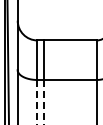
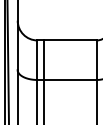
line at (37, 102): dashed -> solid
line at (44, 102): dashed -> solid
